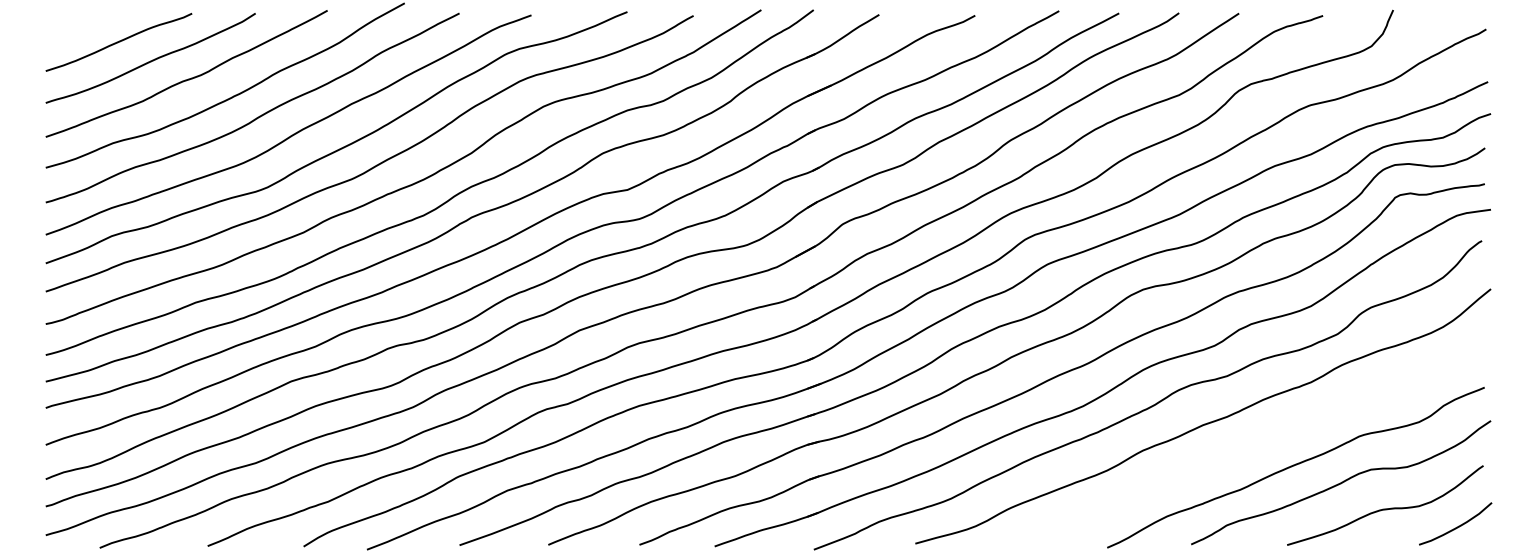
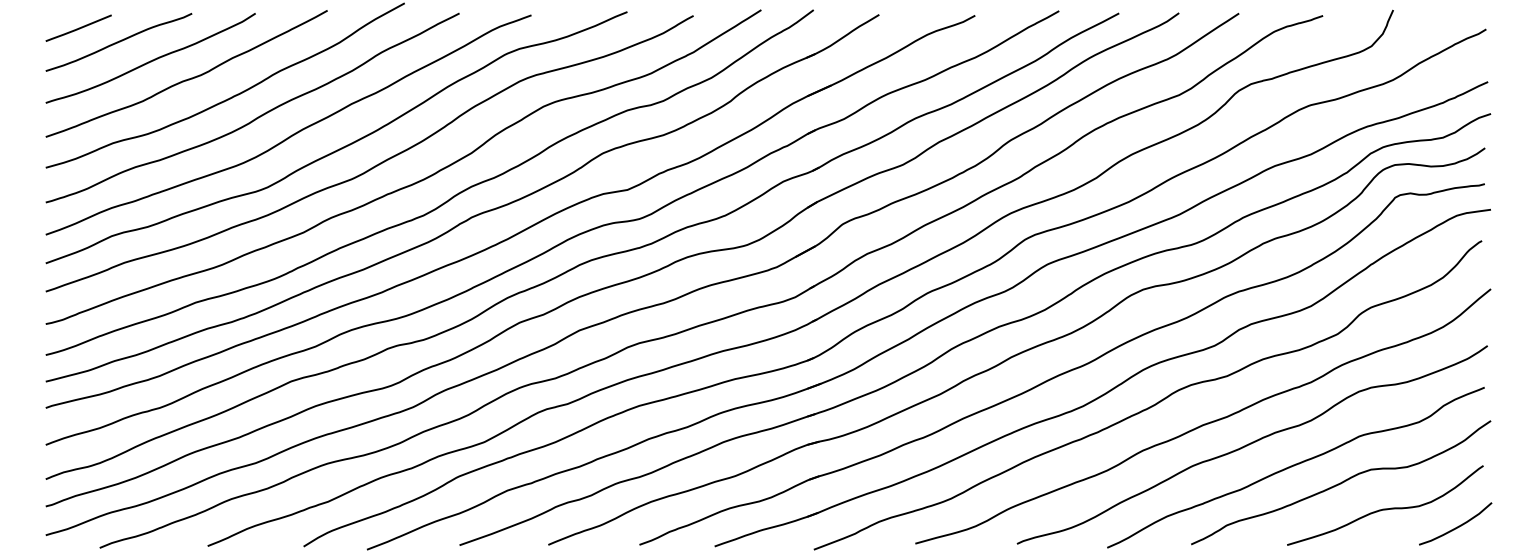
line at (78, 27): none -> present
curve at (1251, 444): none -> present
